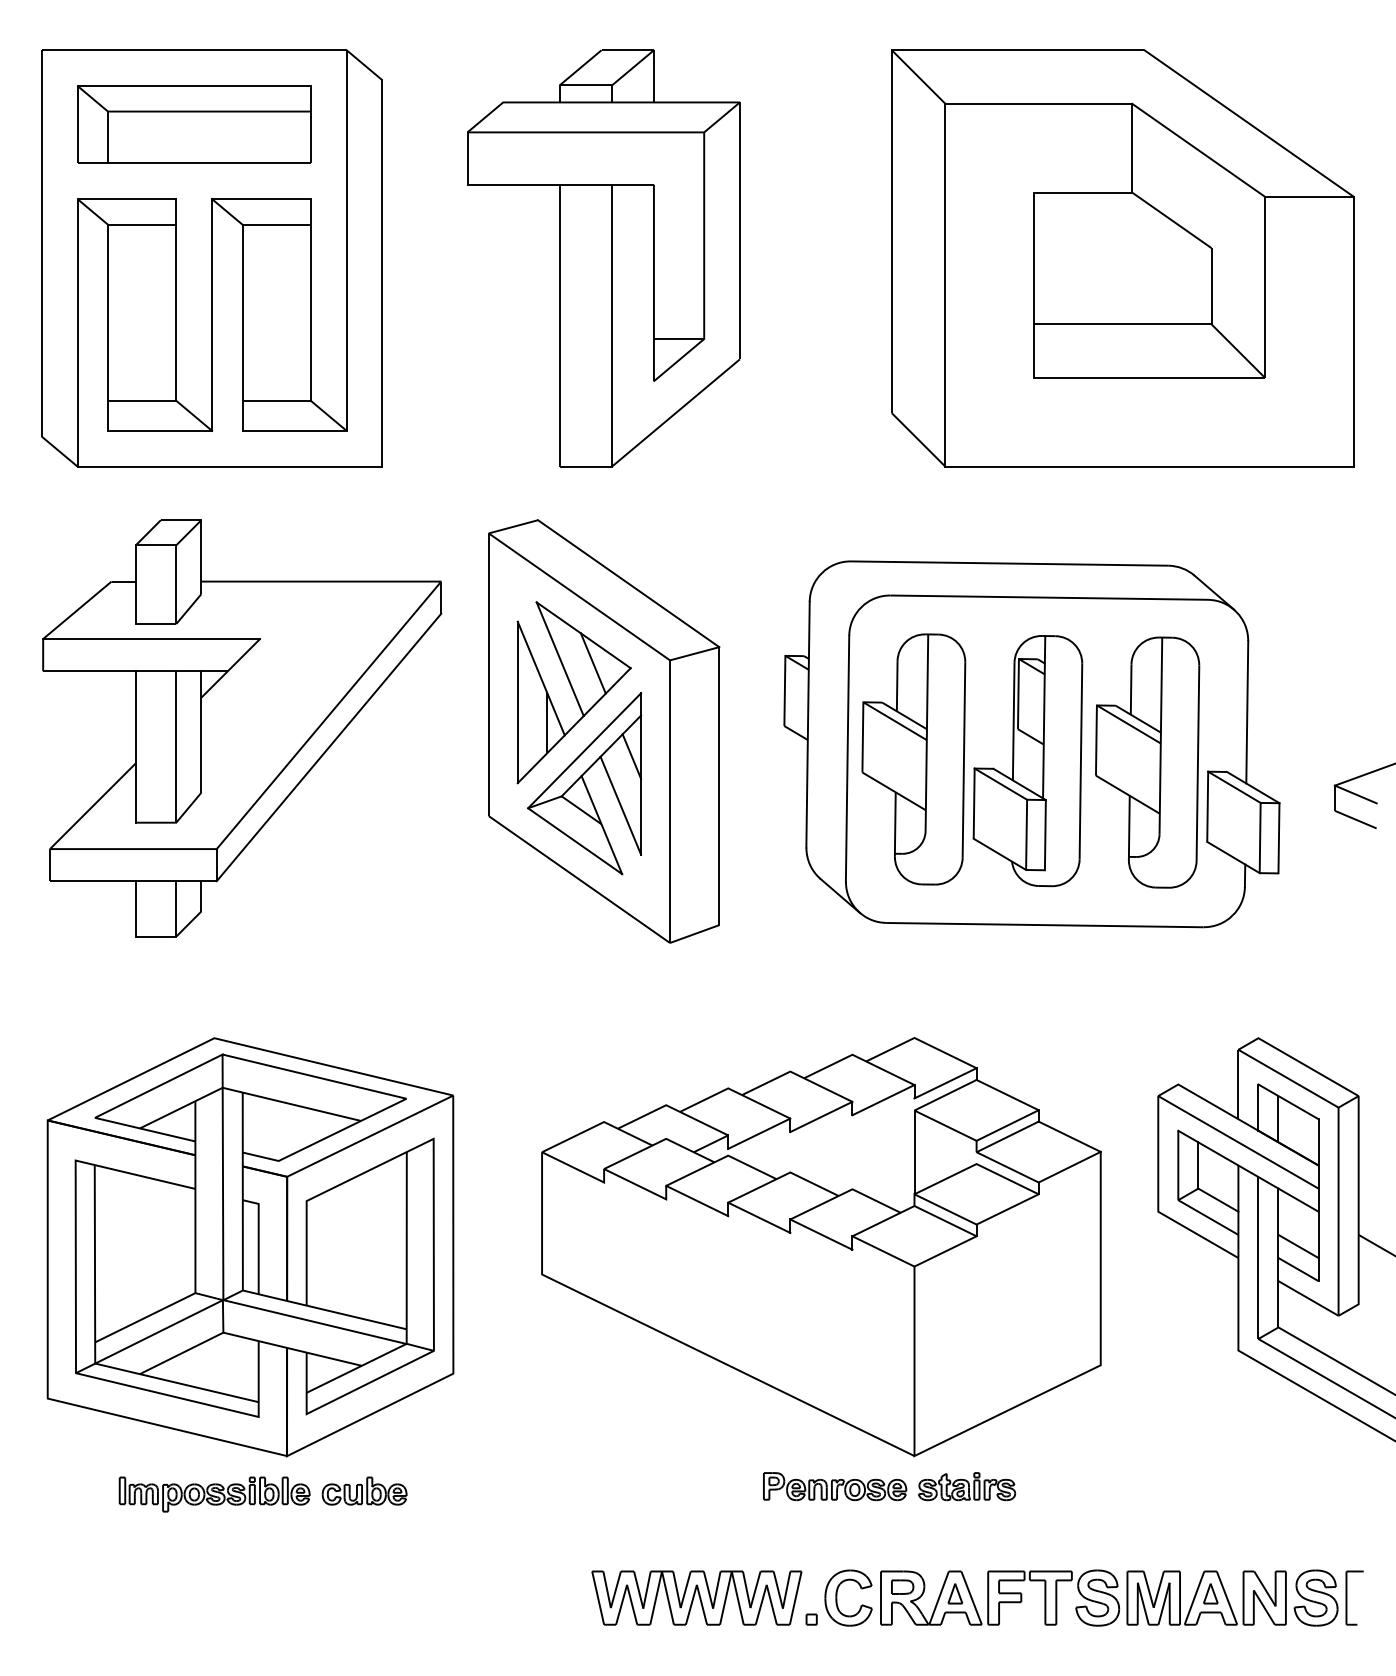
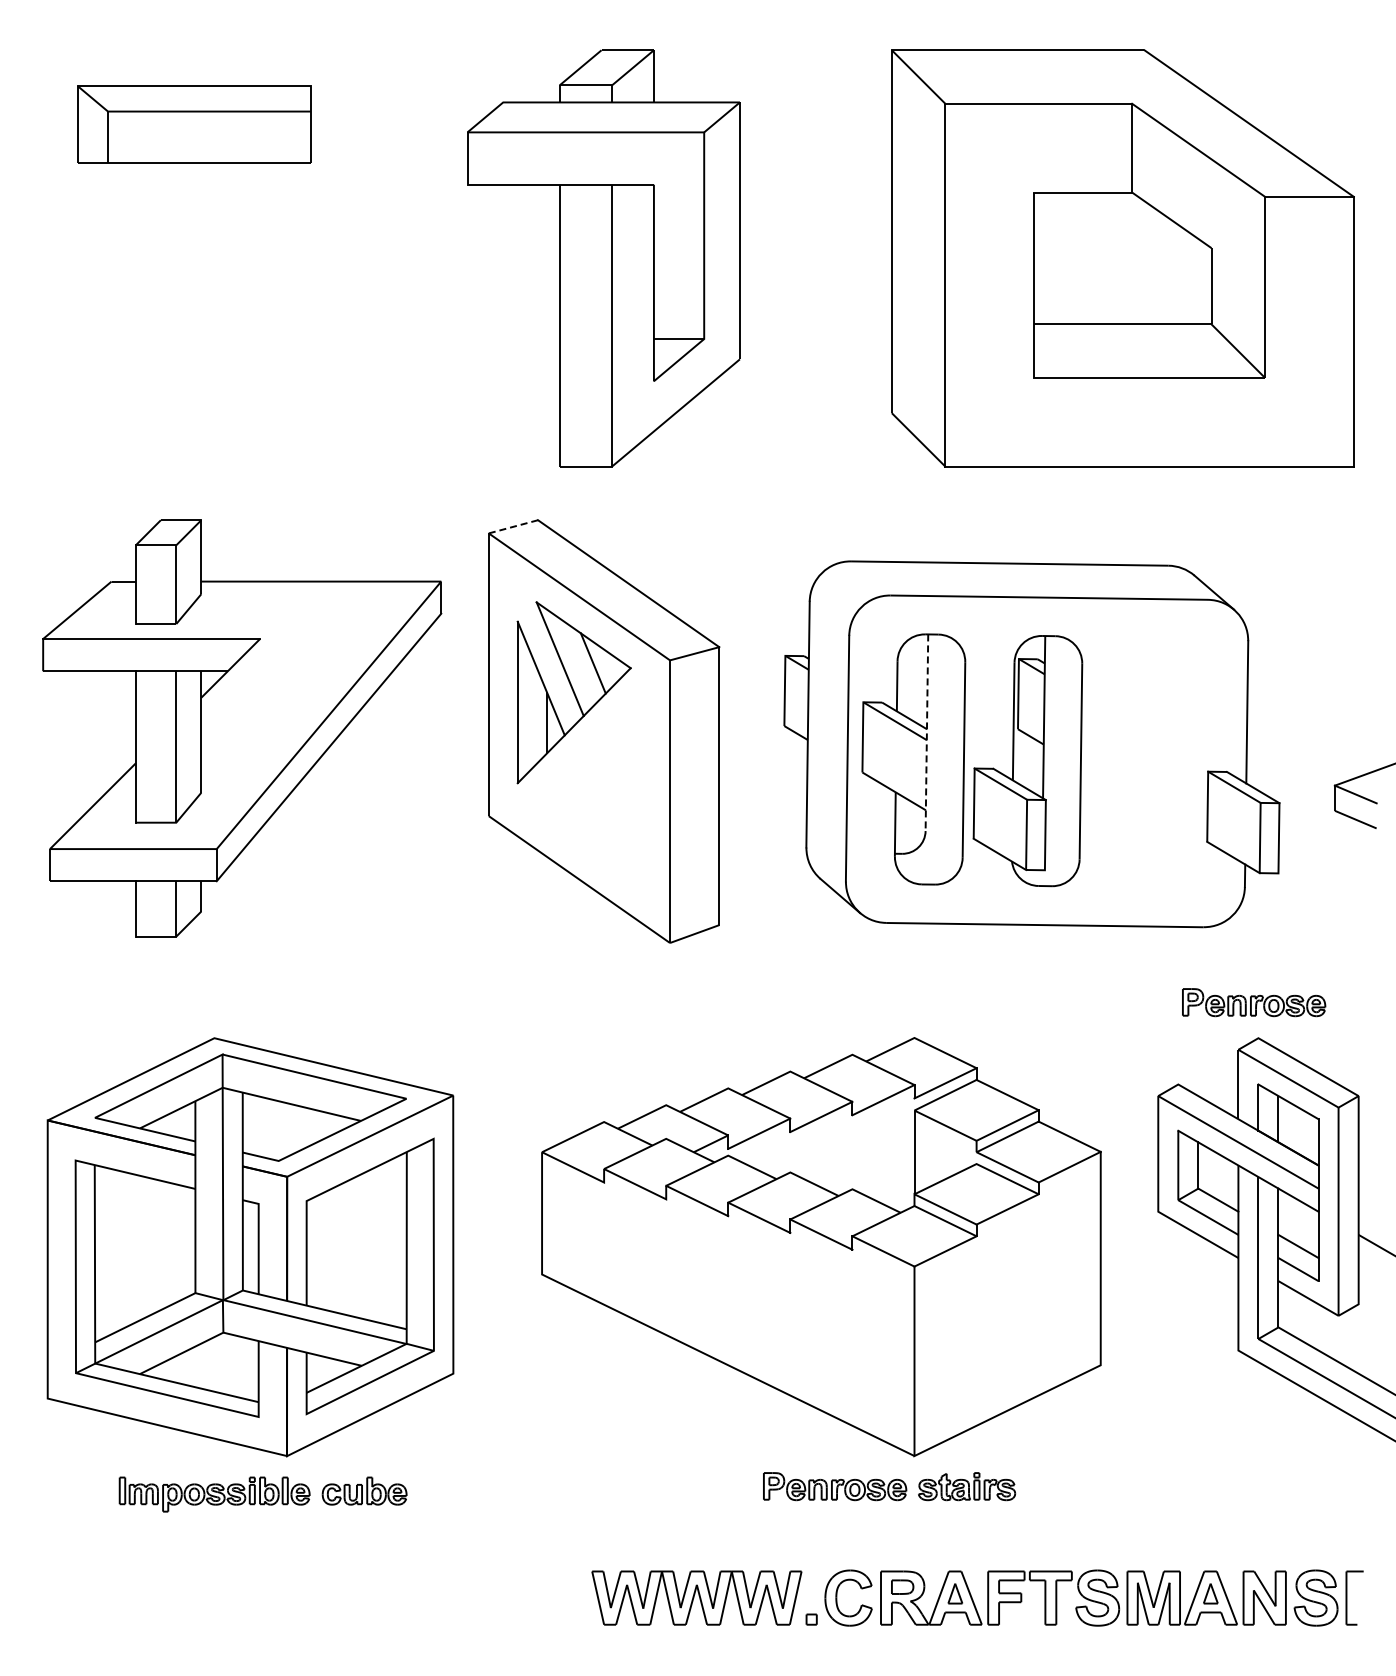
part at (211, 258): present -> none
line at (513, 526): solid -> dashed
line at (926, 733): solid -> dashed
part at (1147, 762): present -> none
part at (584, 783): present -> none
part at (1254, 1002): none -> present
